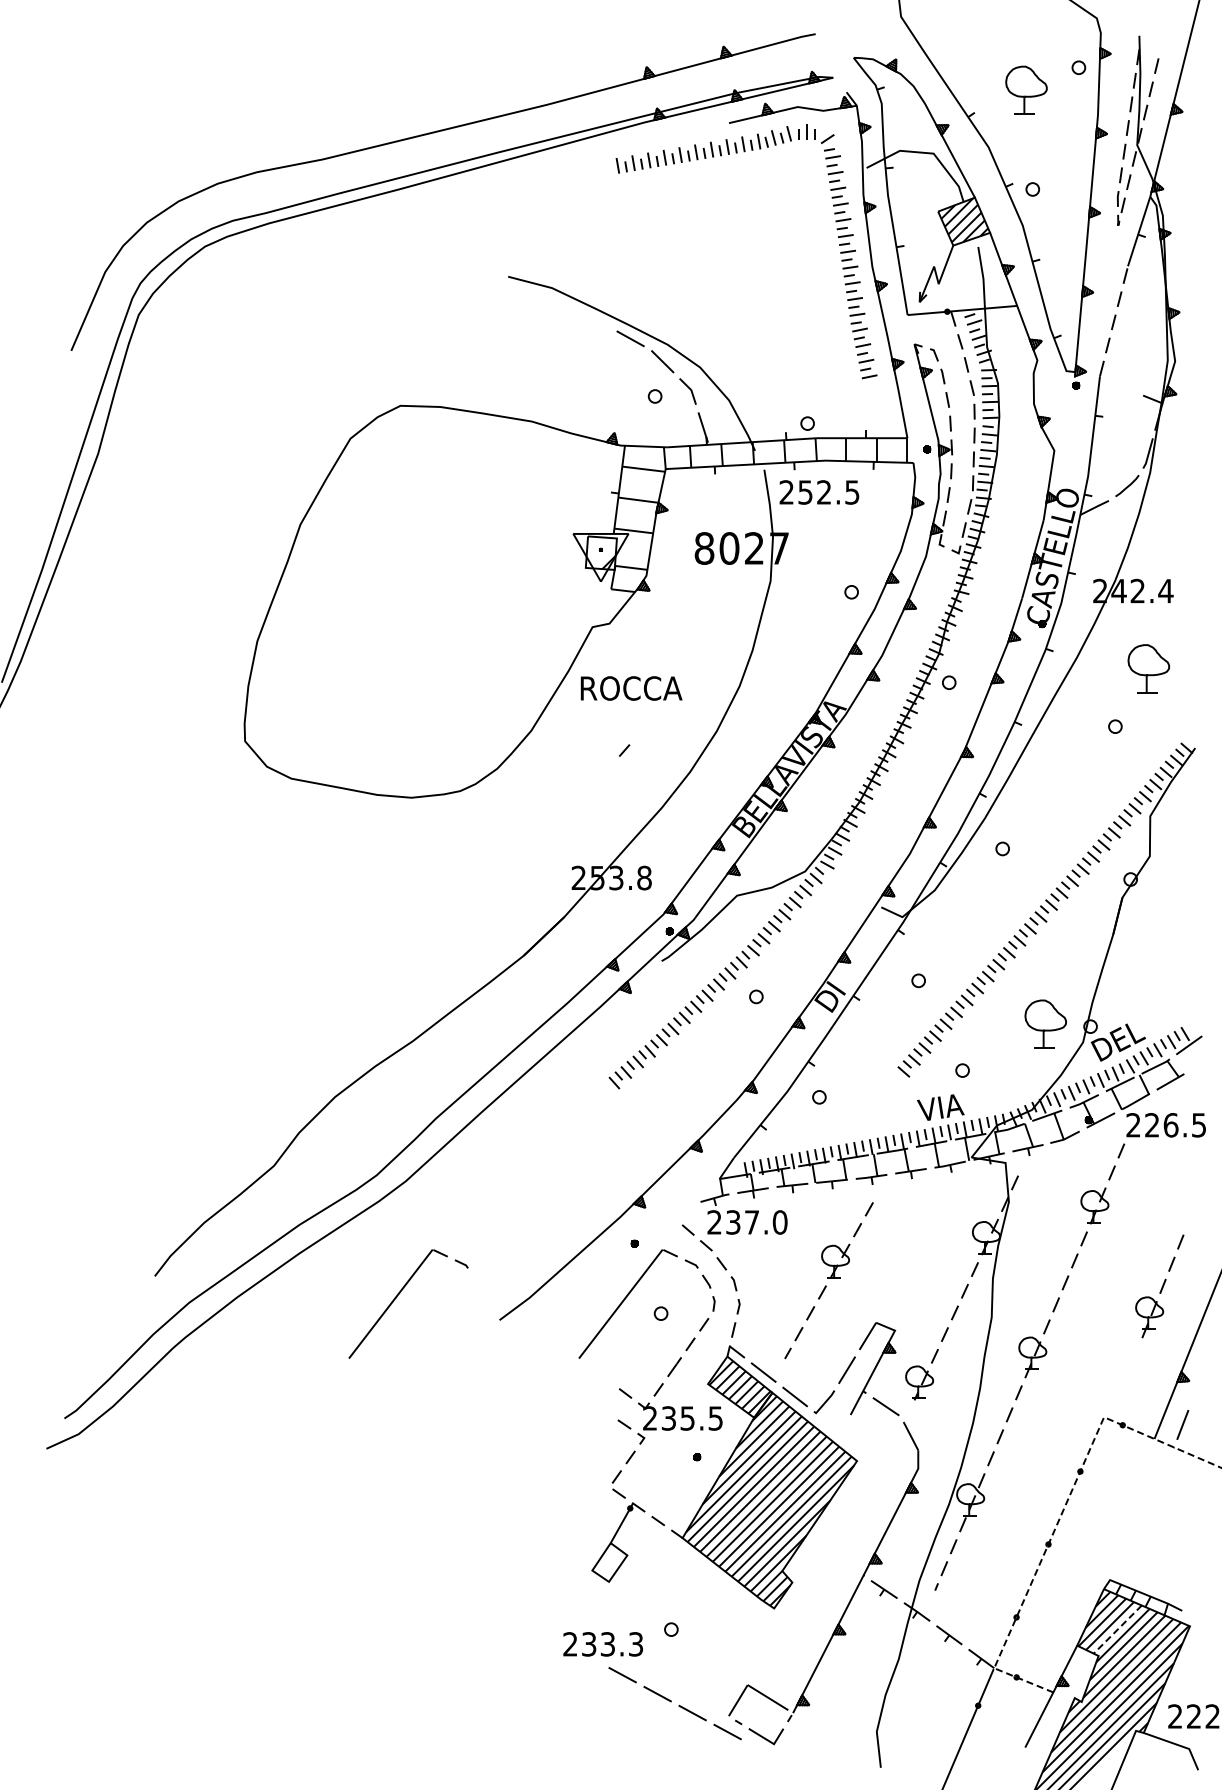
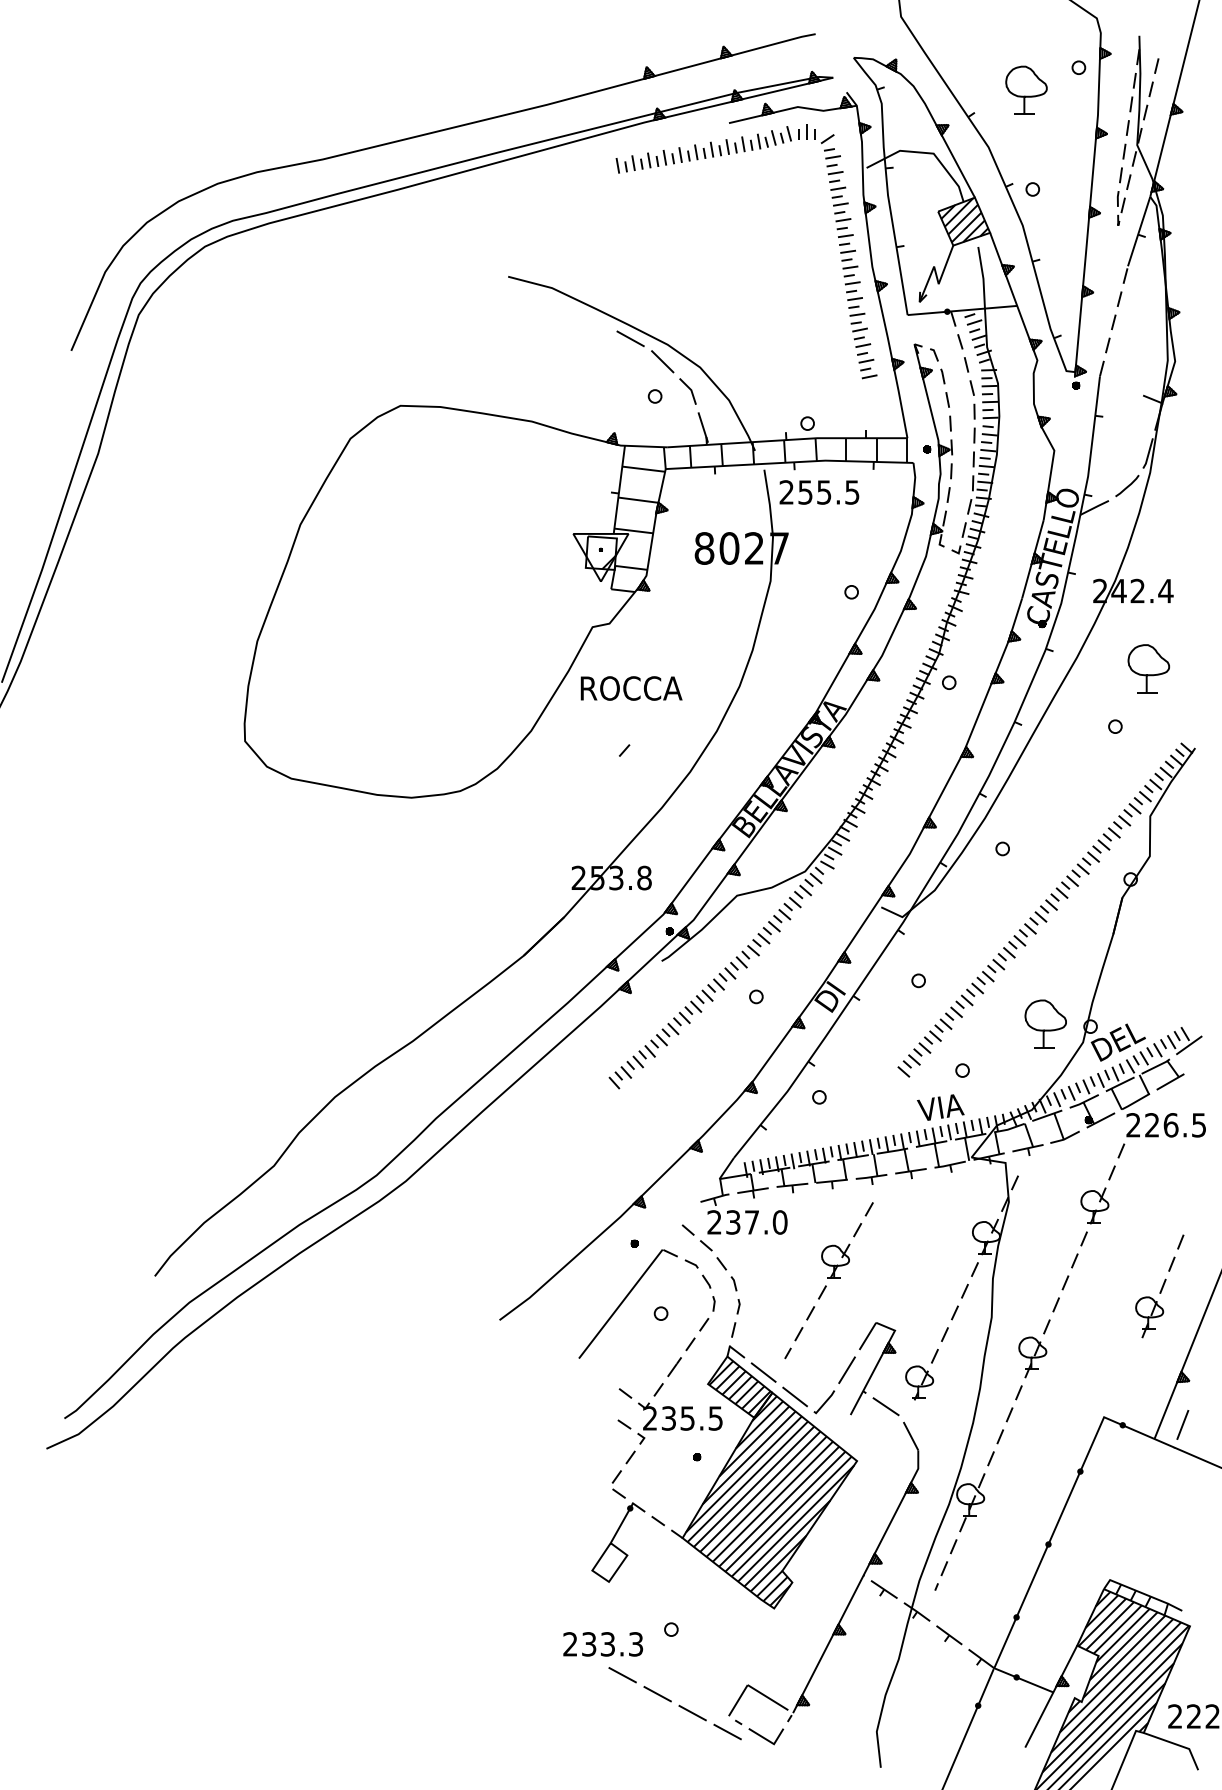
text at (824, 492): 252.5 -> 255.5
part at (397, 1297): present -> none
line at (1062, 1513): dashed -> solid
line at (1117, 1629): dashed -> solid
